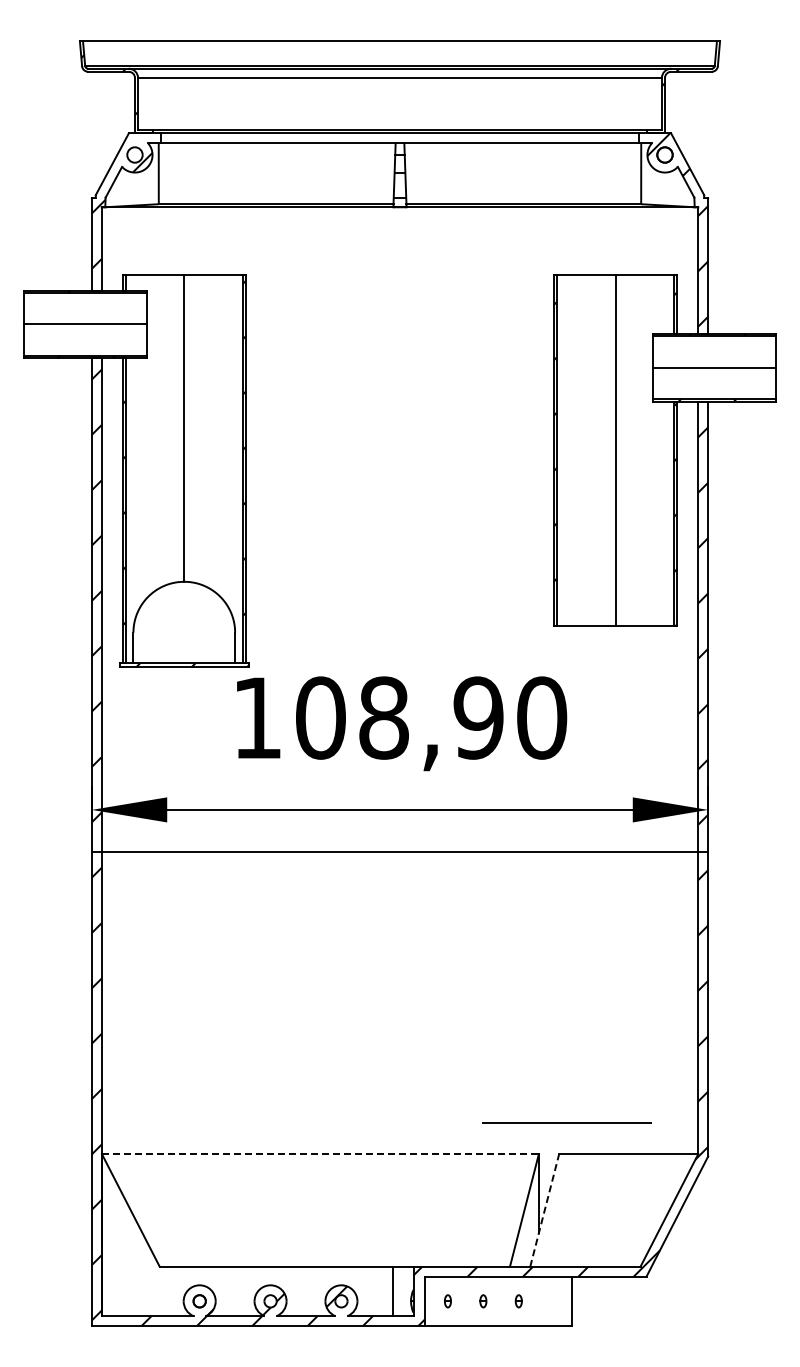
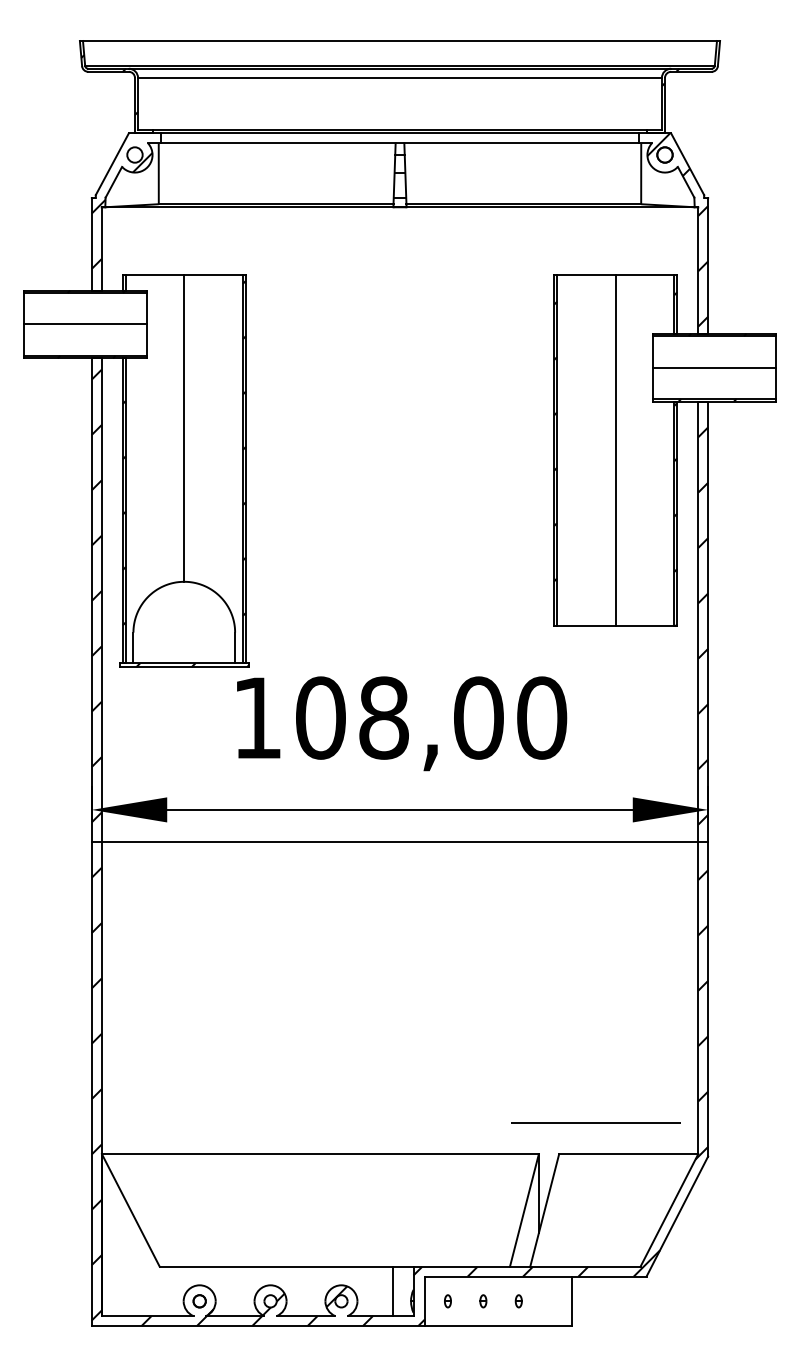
text at (478, 717): 108,90 -> 108,00
line at (399, 852) position: (399, 852) -> (399, 842)
line at (566, 1122) position: (566, 1122) -> (595, 1122)
line at (320, 1154): dashed -> solid
line at (544, 1209): dashed -> solid
